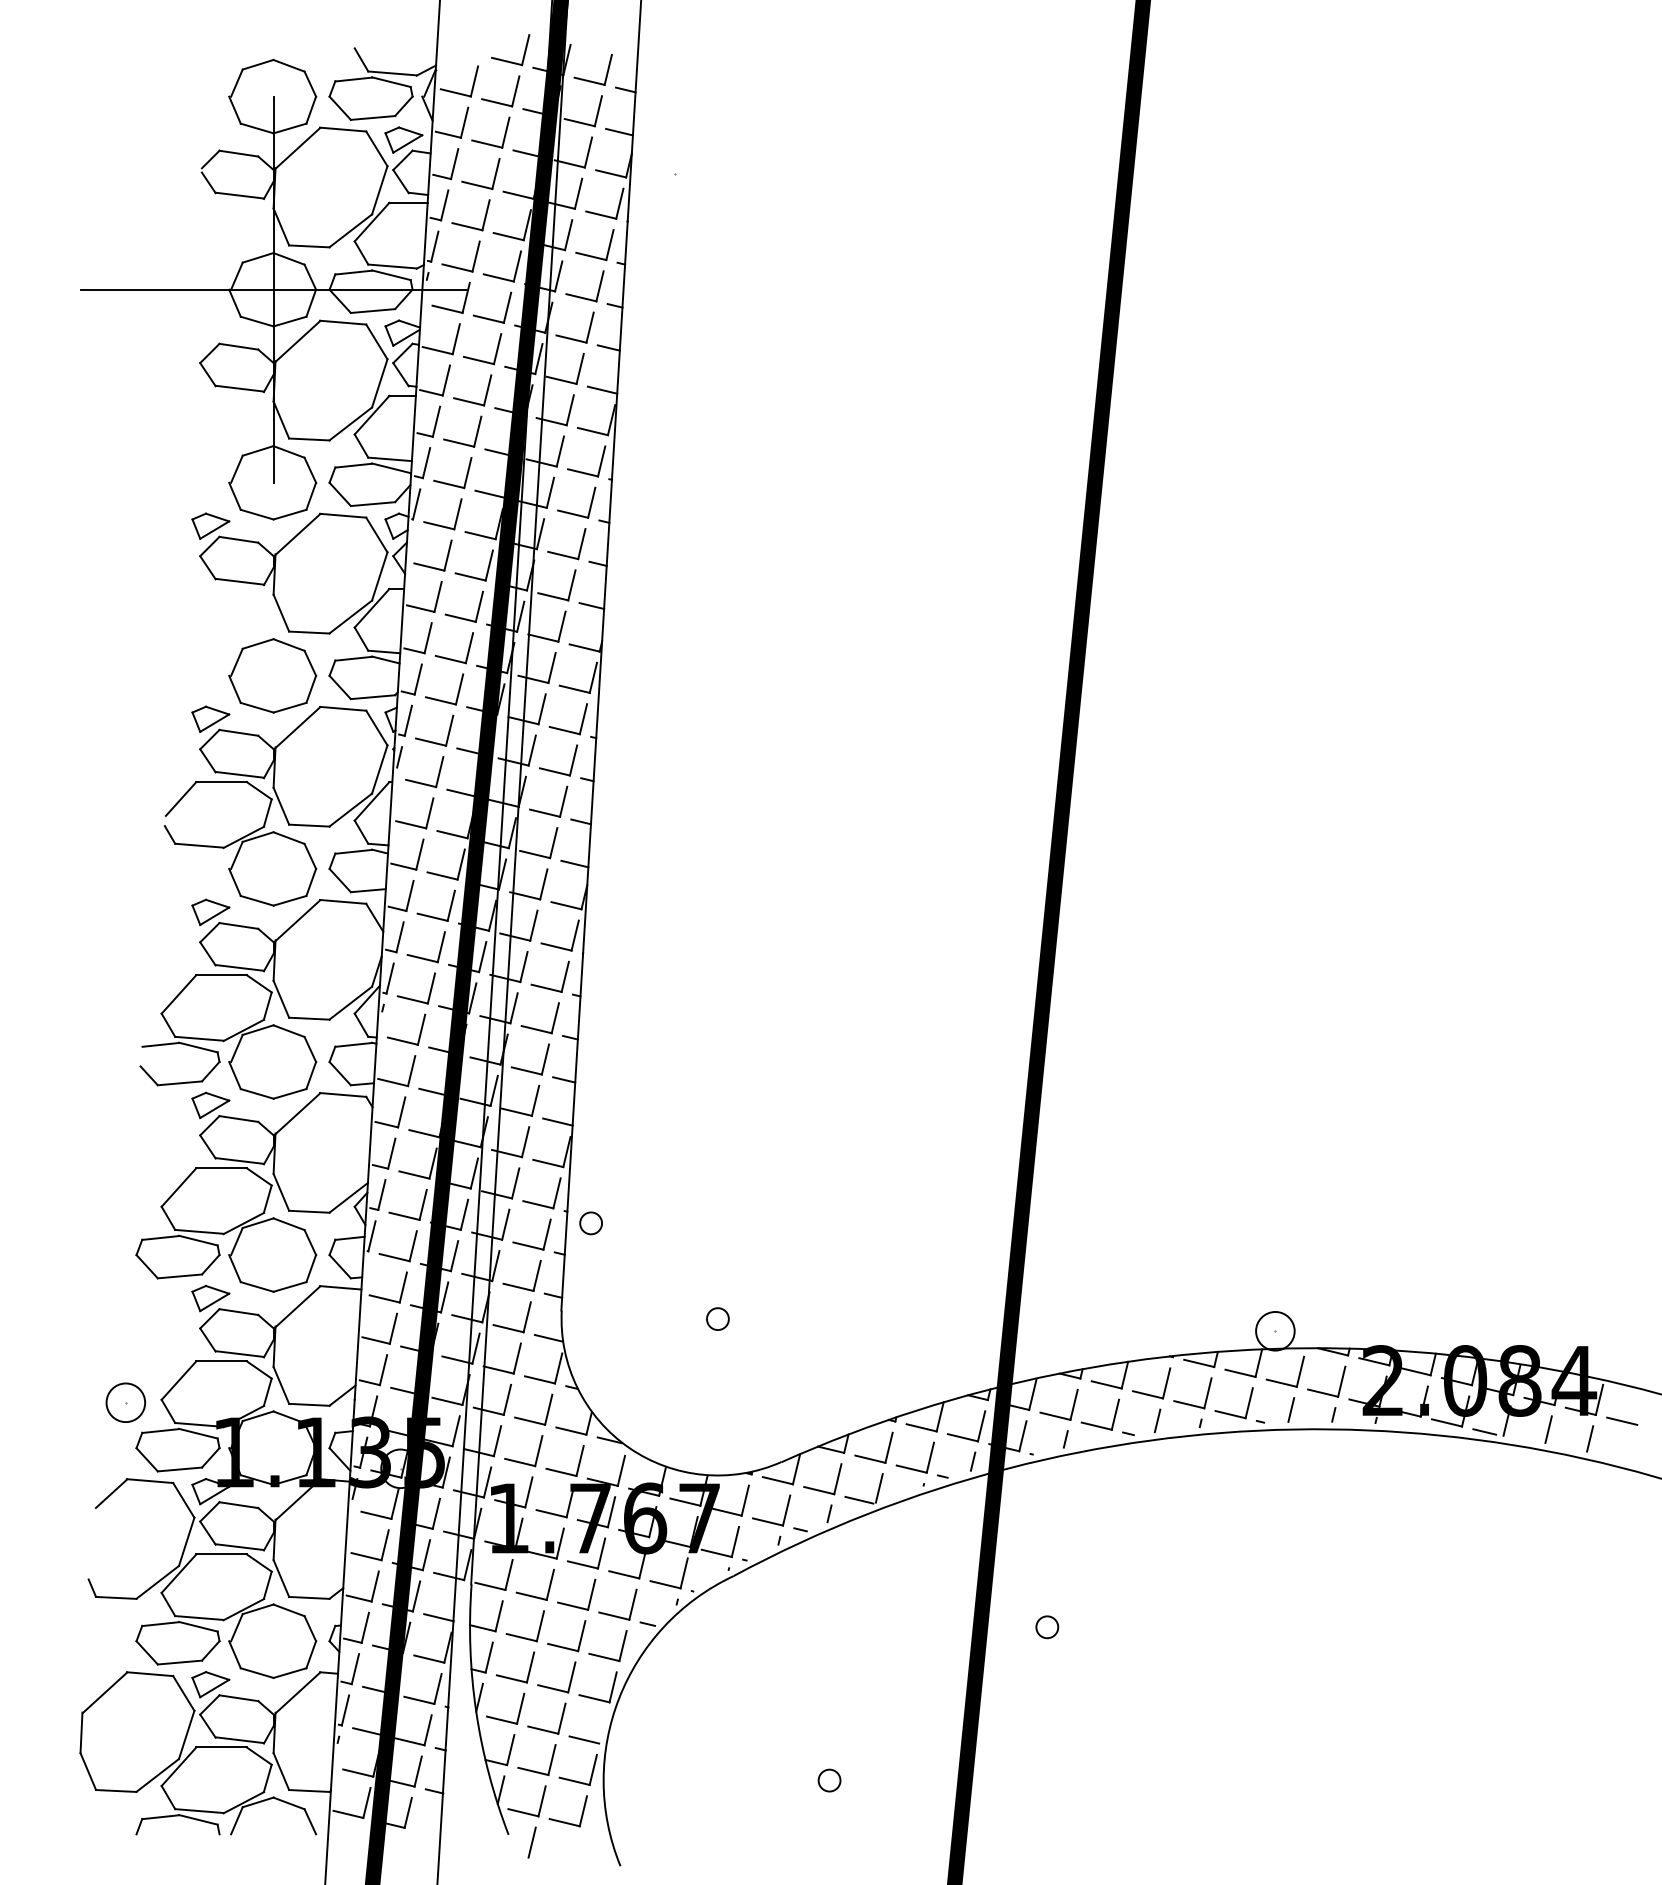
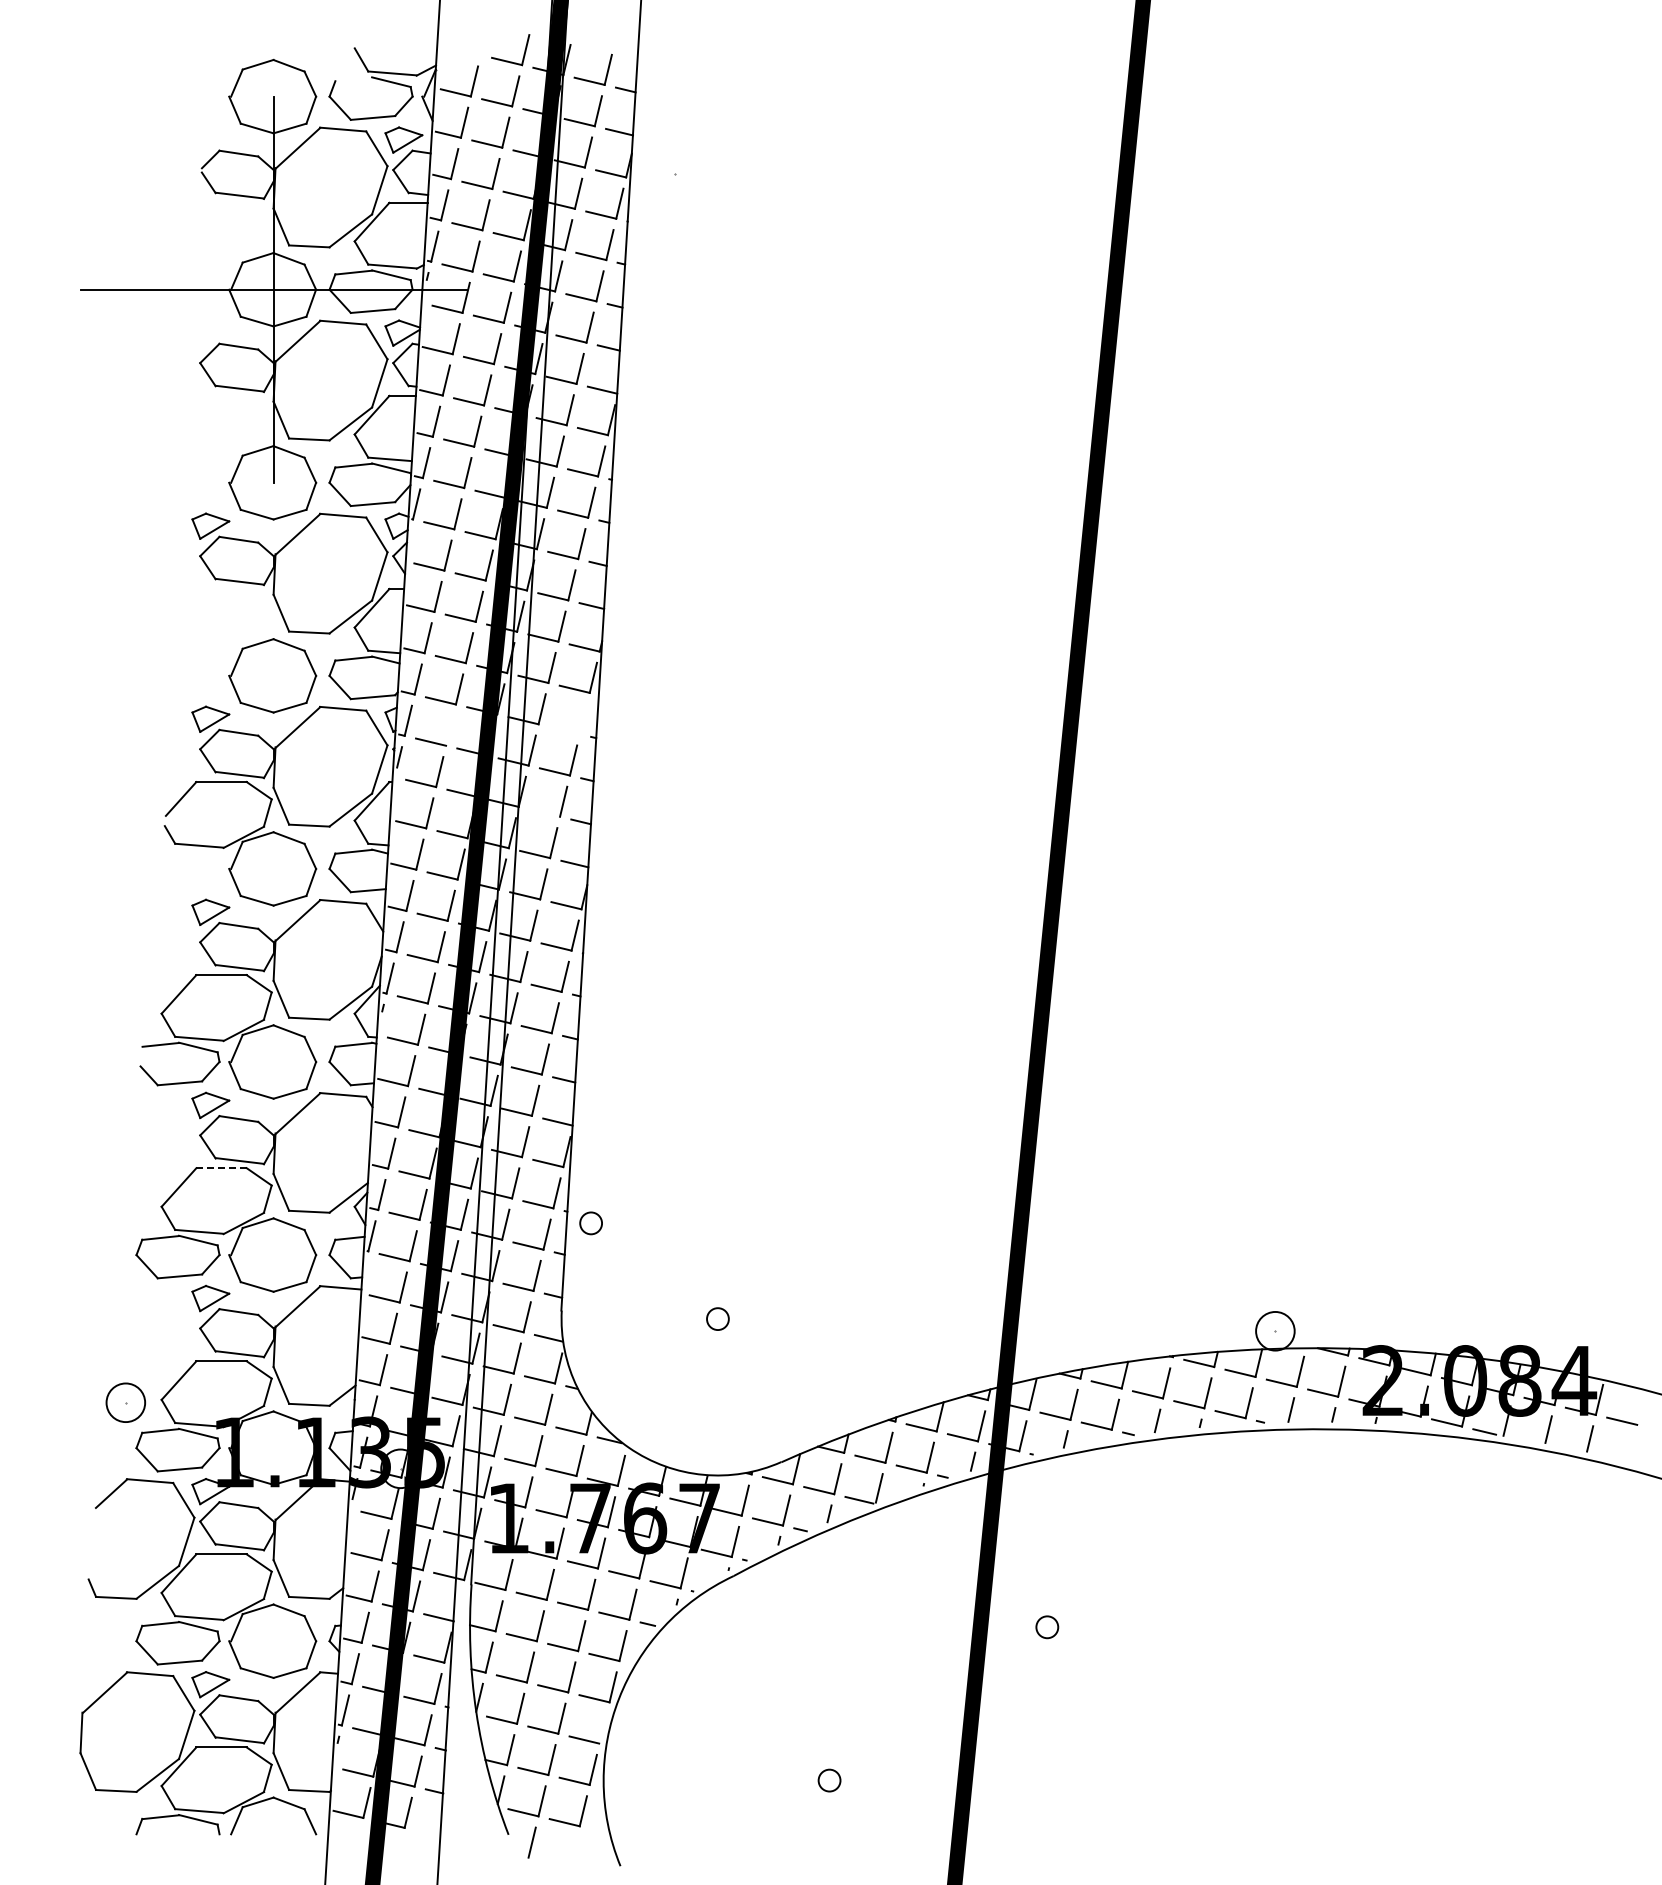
line at (353, 79): present -> none
part at (565, 729): present -> none
line at (449, 730): present -> none
line at (545, 812): present -> none
line at (221, 1168): solid -> dashed
